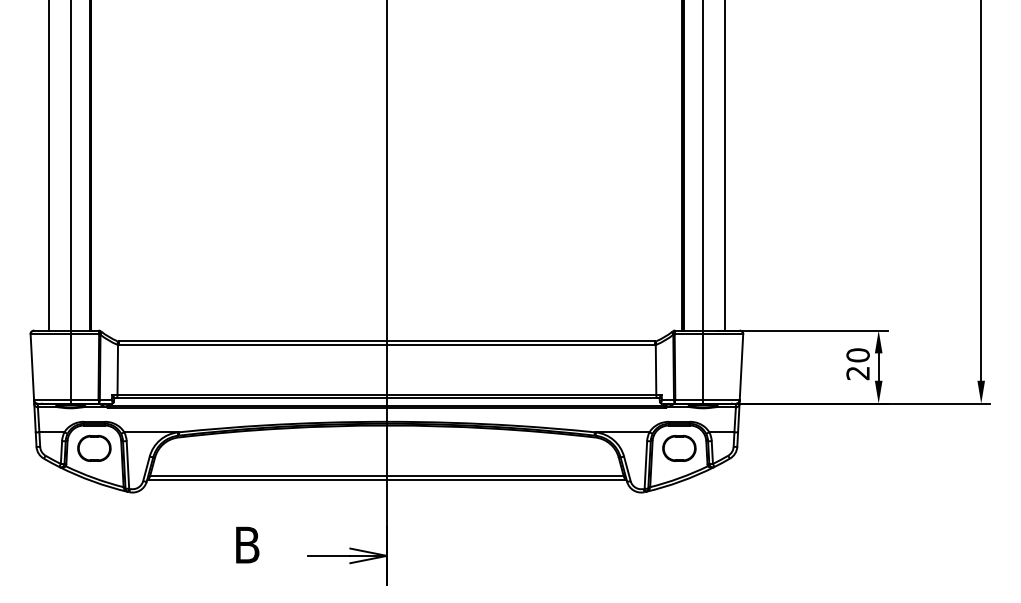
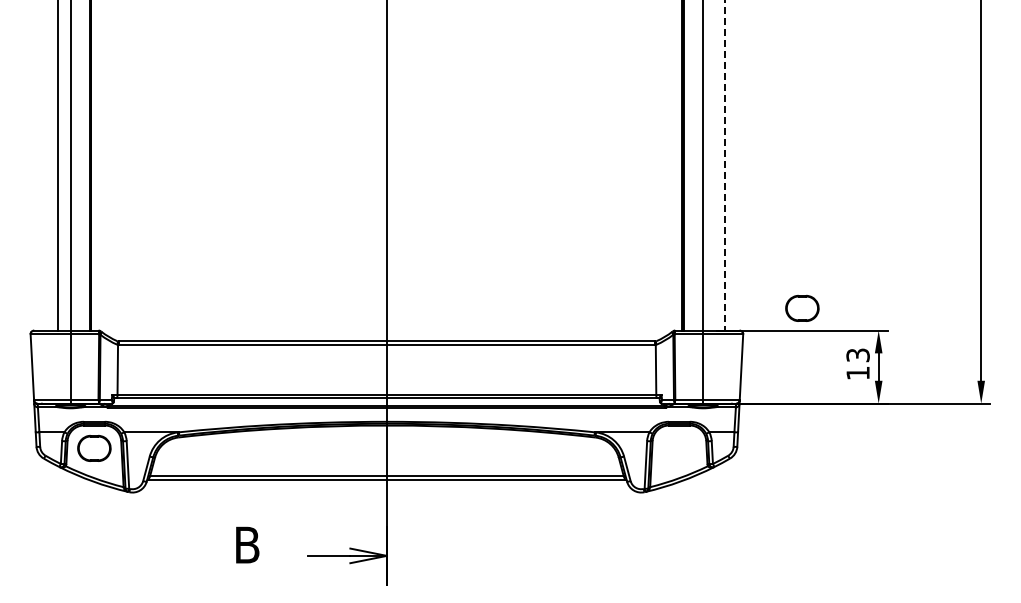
line at (725, 165): solid -> dashed
line at (48, 166) position: (48, 166) -> (57, 166)
text at (857, 364): 20 -> 13
part at (679, 447) position: (679, 447) -> (802, 307)
